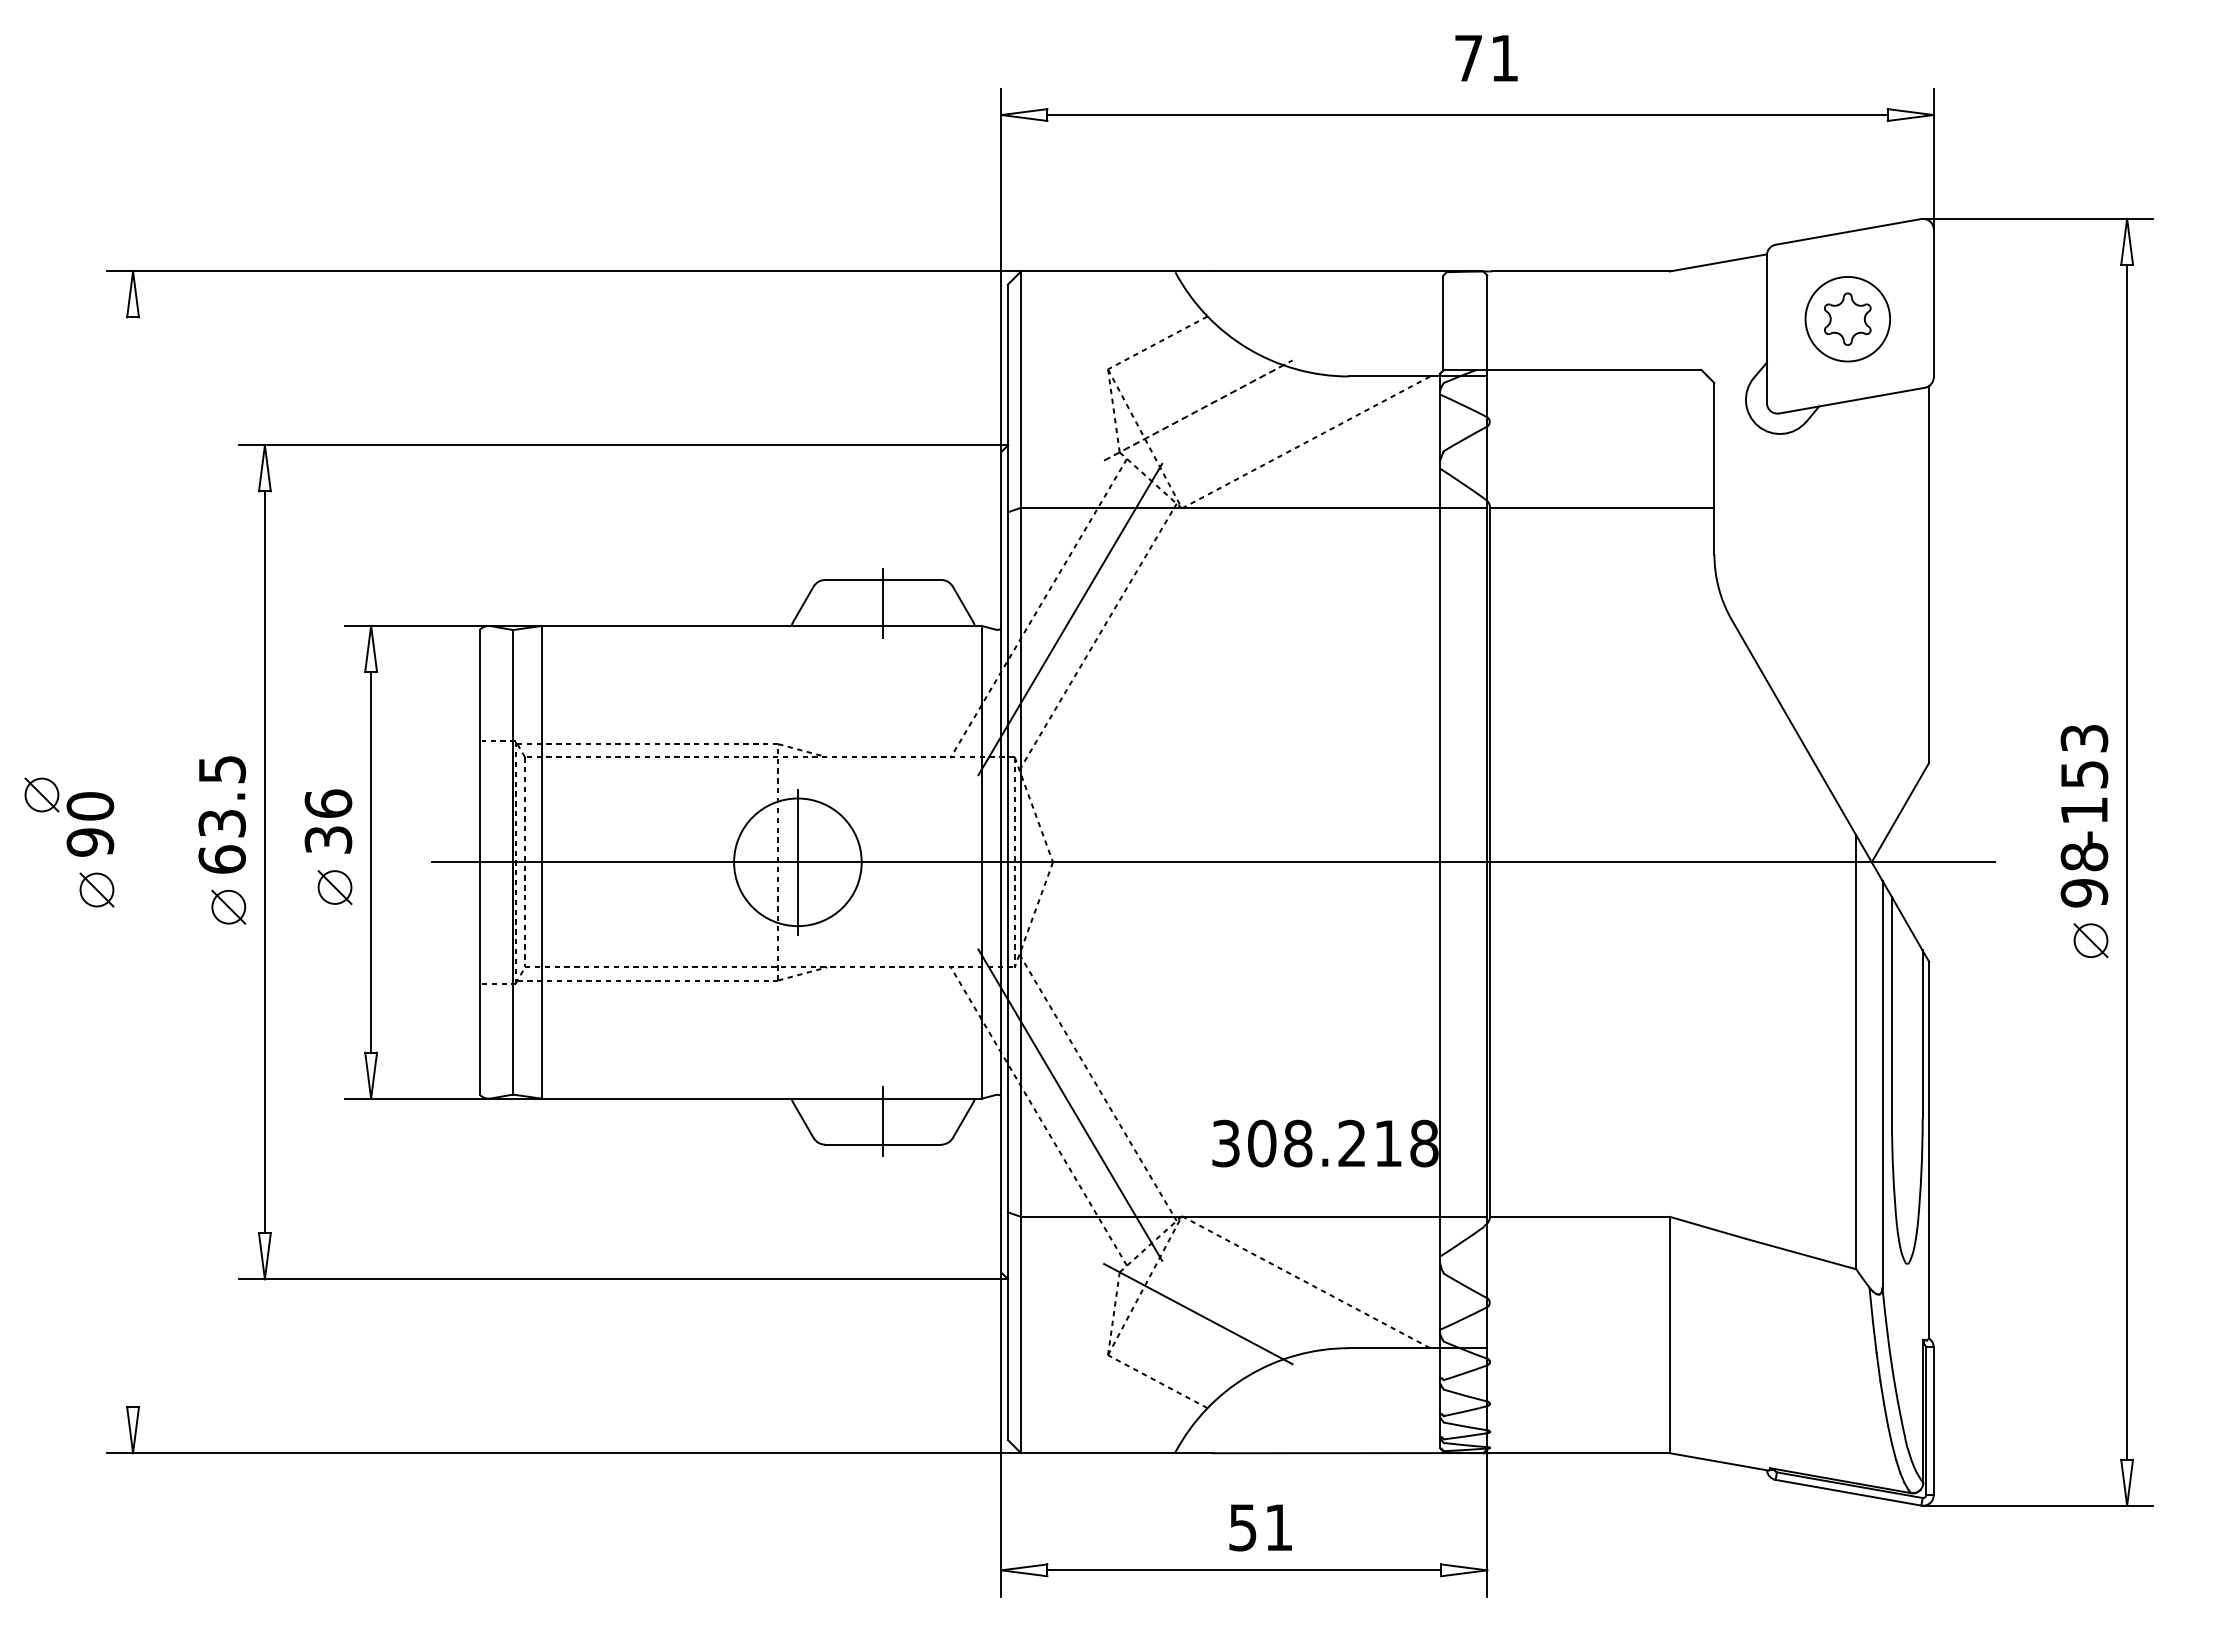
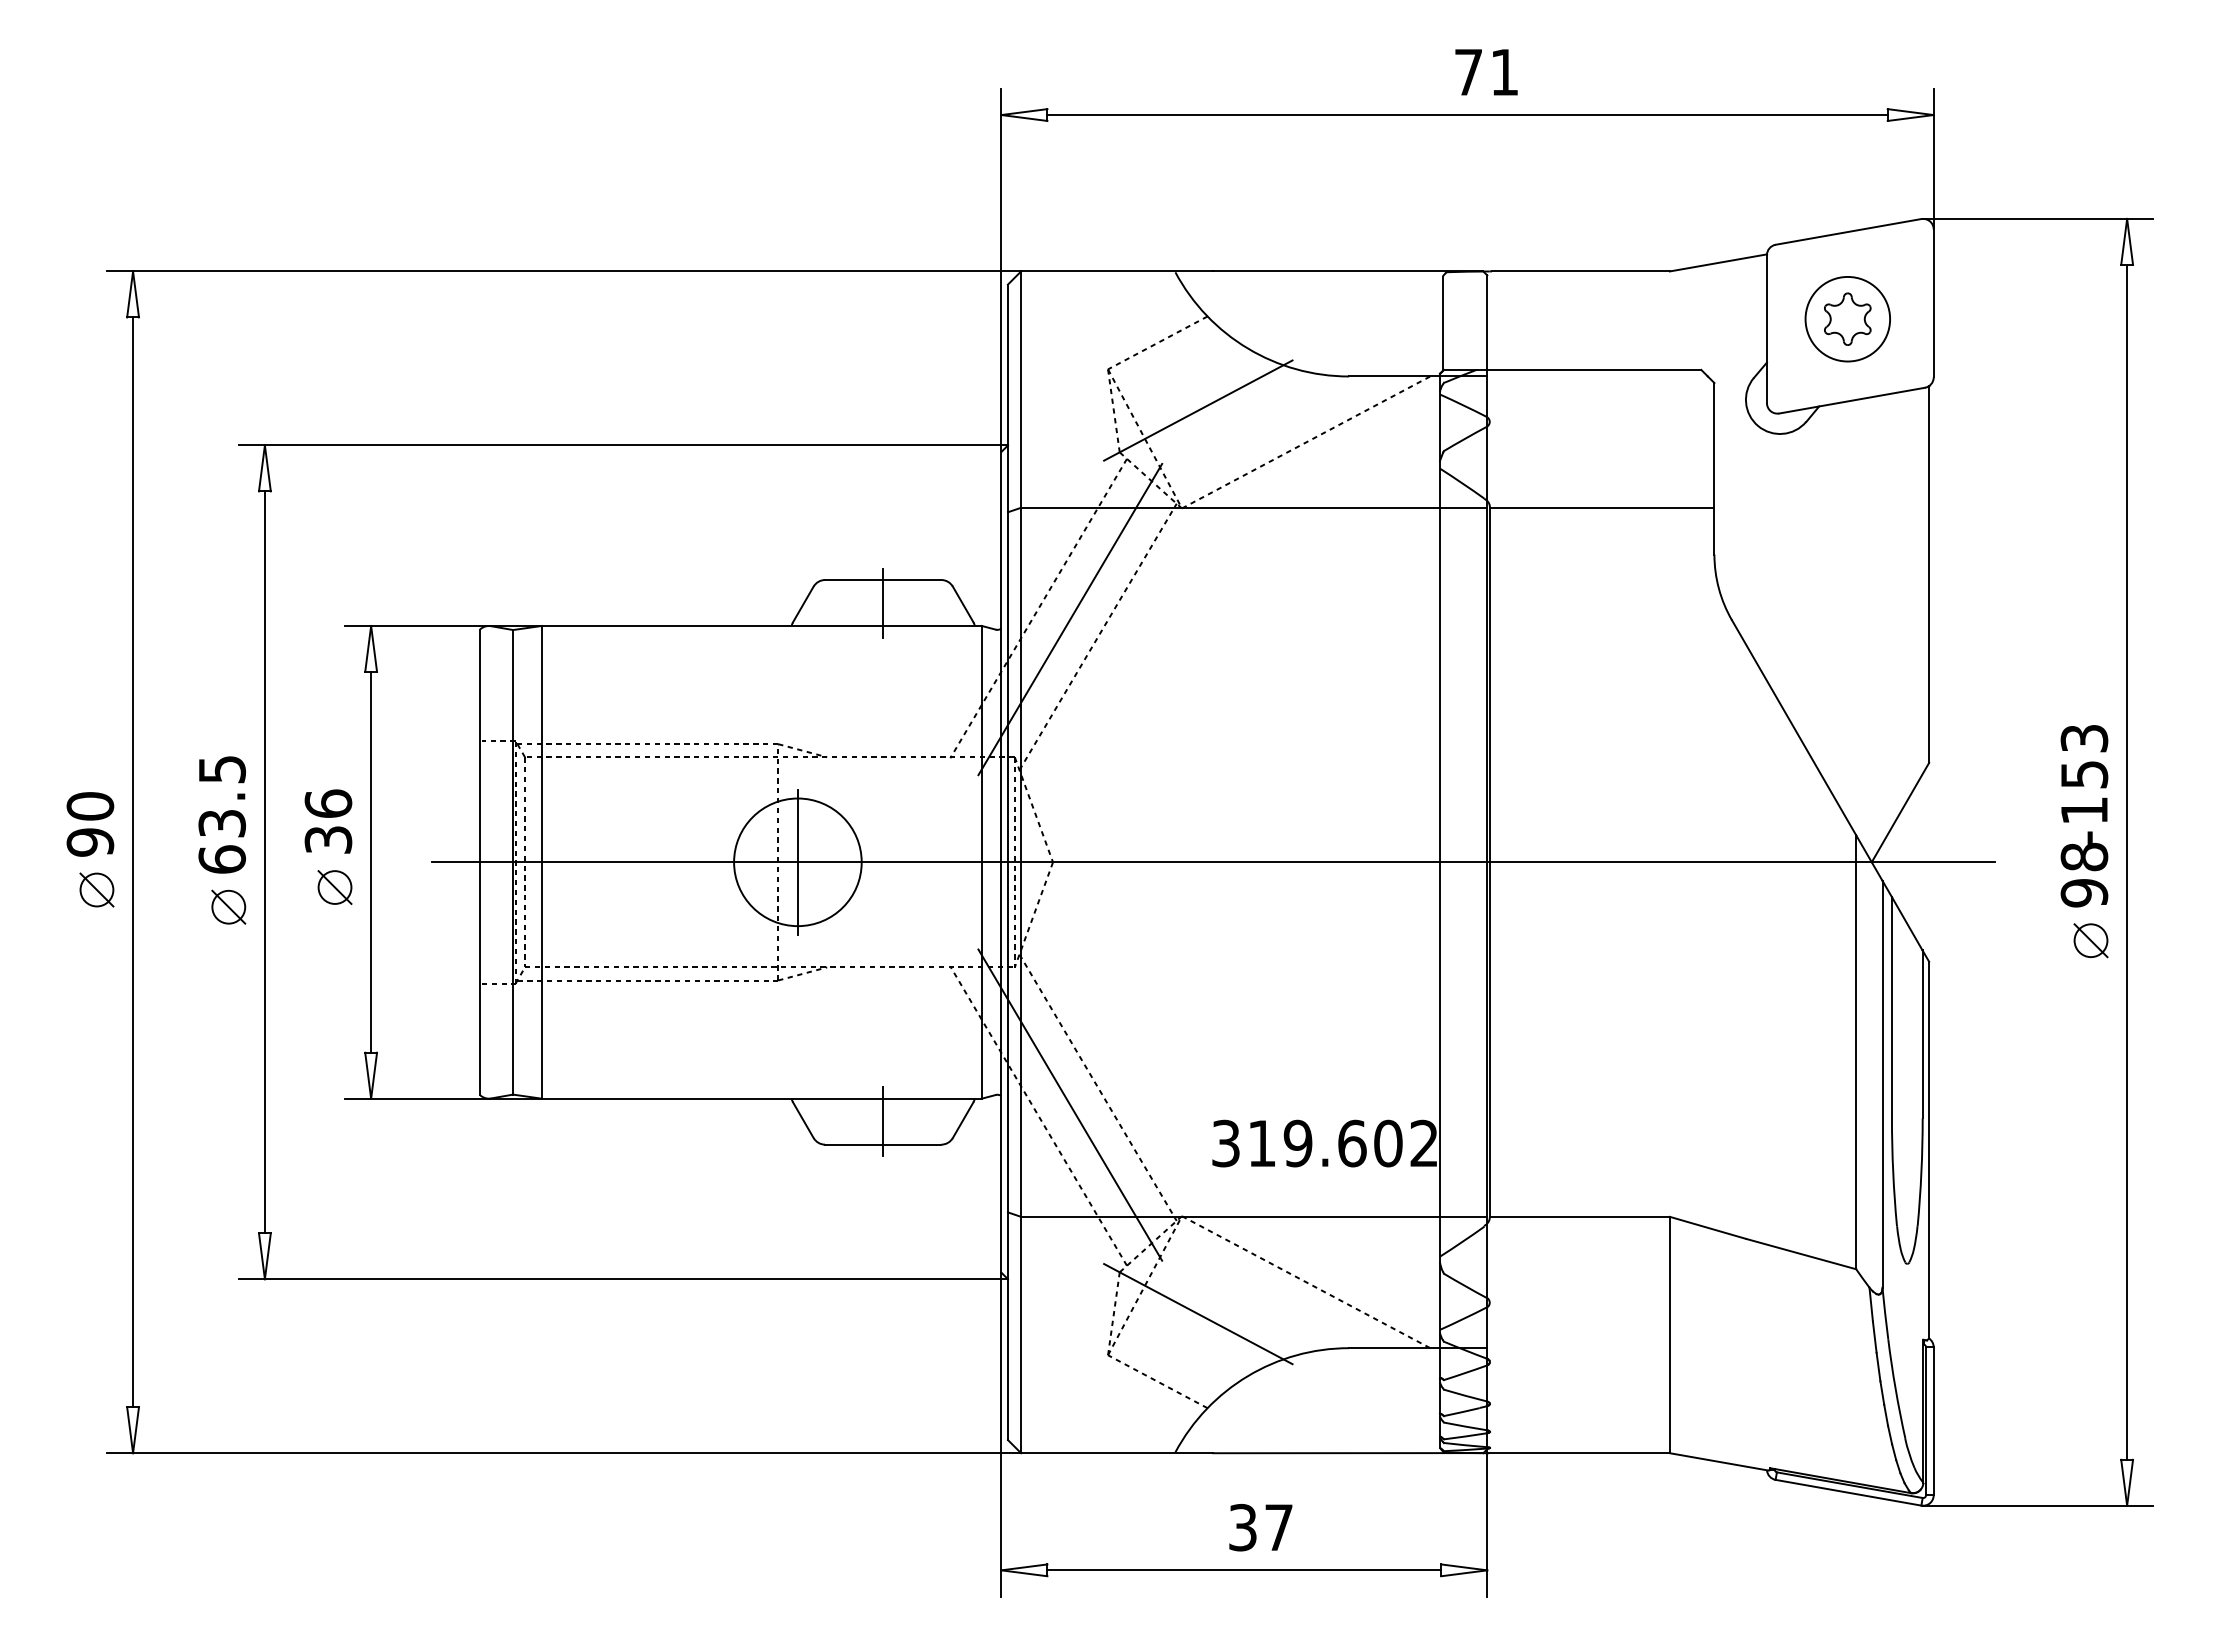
text at (1486, 58) position: (1486, 58) -> (1486, 72)
line at (1198, 410): dashed -> solid
part at (41, 794): present -> none
line at (133, 862): none -> present
text at (1343, 1143): 308.218 -> 319.602
text at (1260, 1526): 51 -> 37
